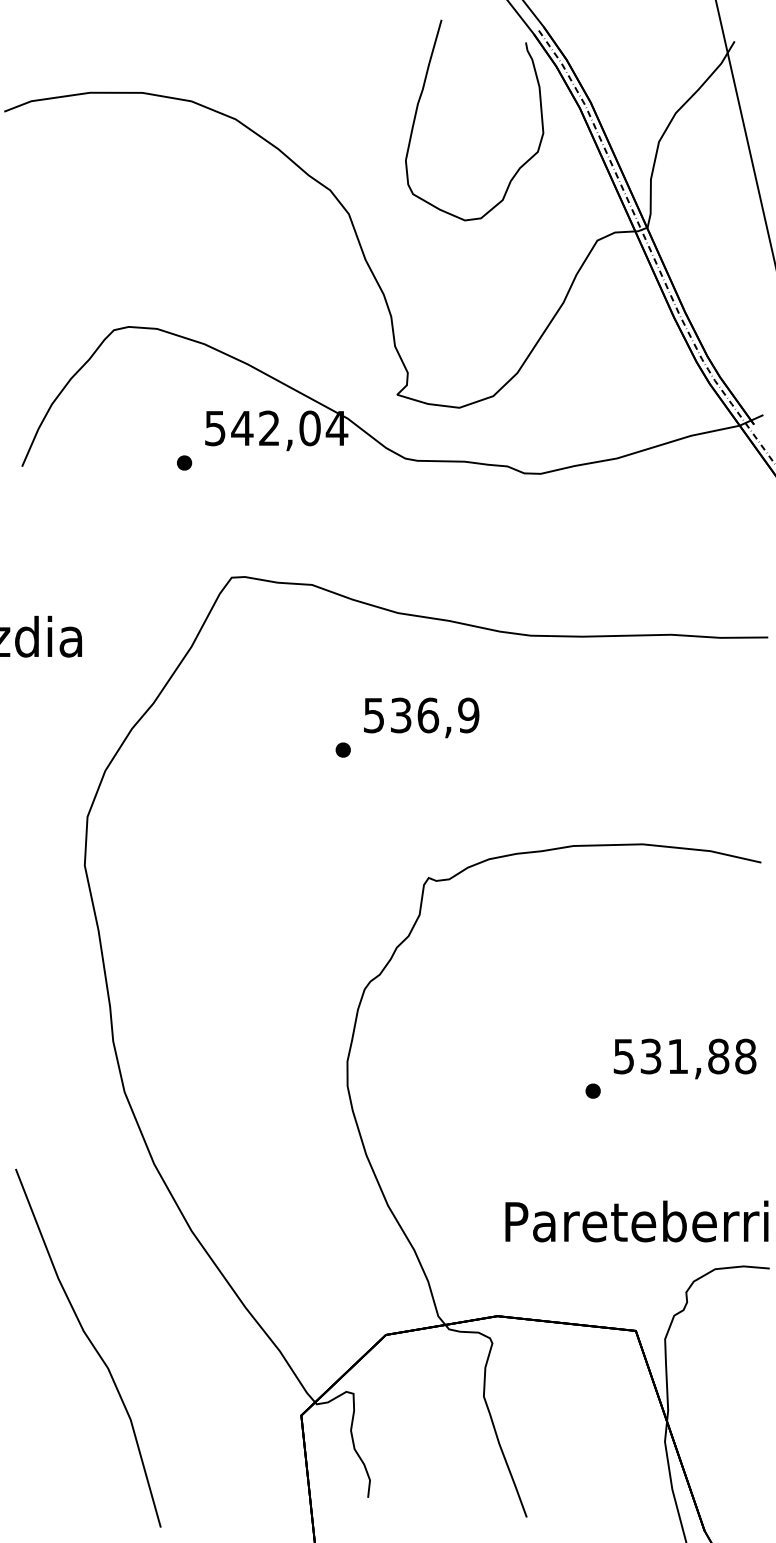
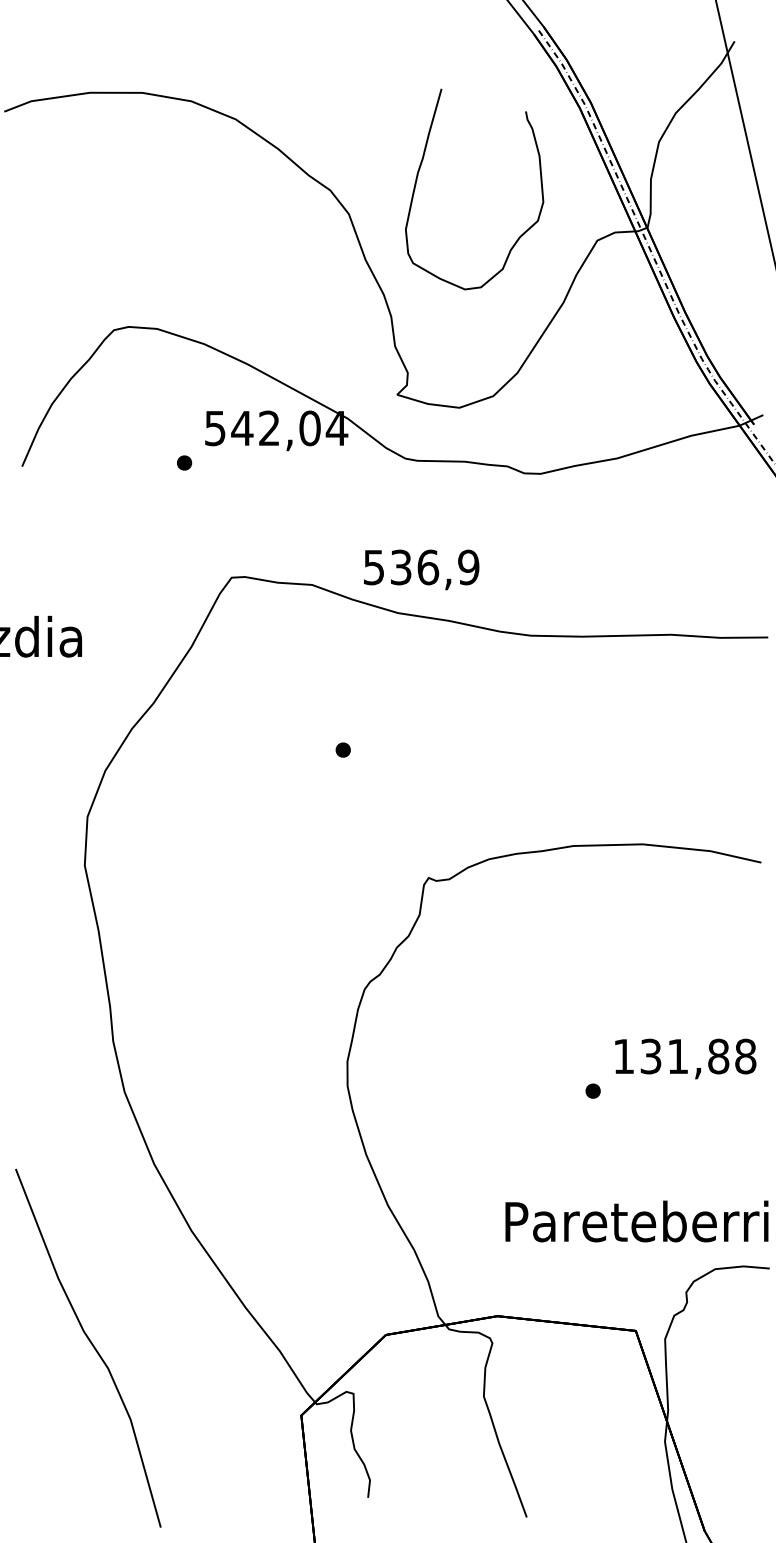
curve at (418, 107) position: (418, 107) -> (418, 176)
text at (421, 717) position: (421, 717) -> (421, 569)
text at (623, 1056): 531,88 -> 131,88
